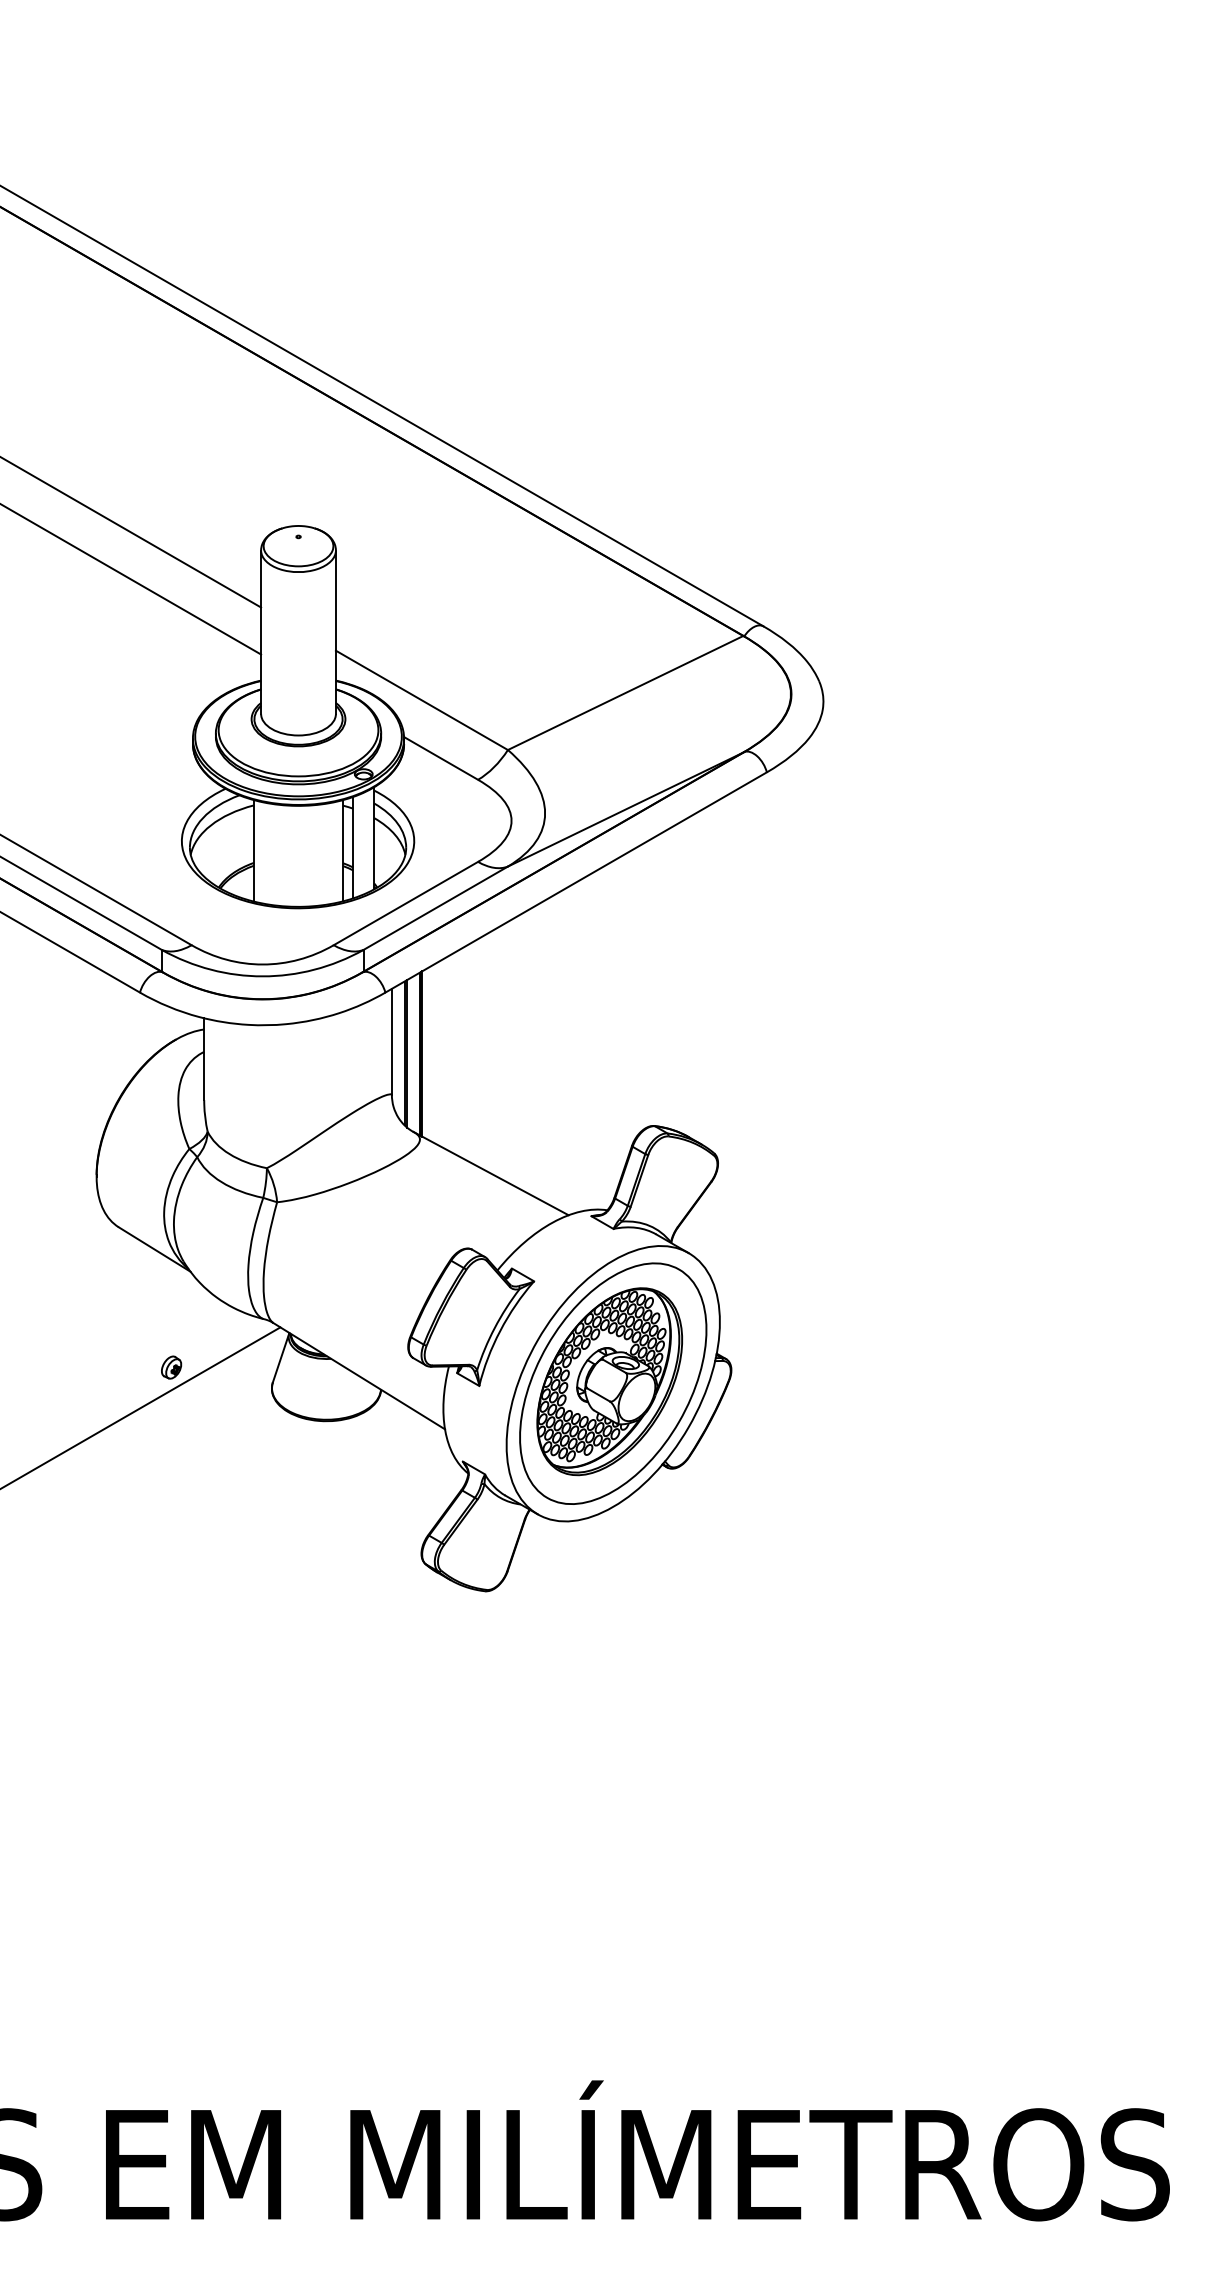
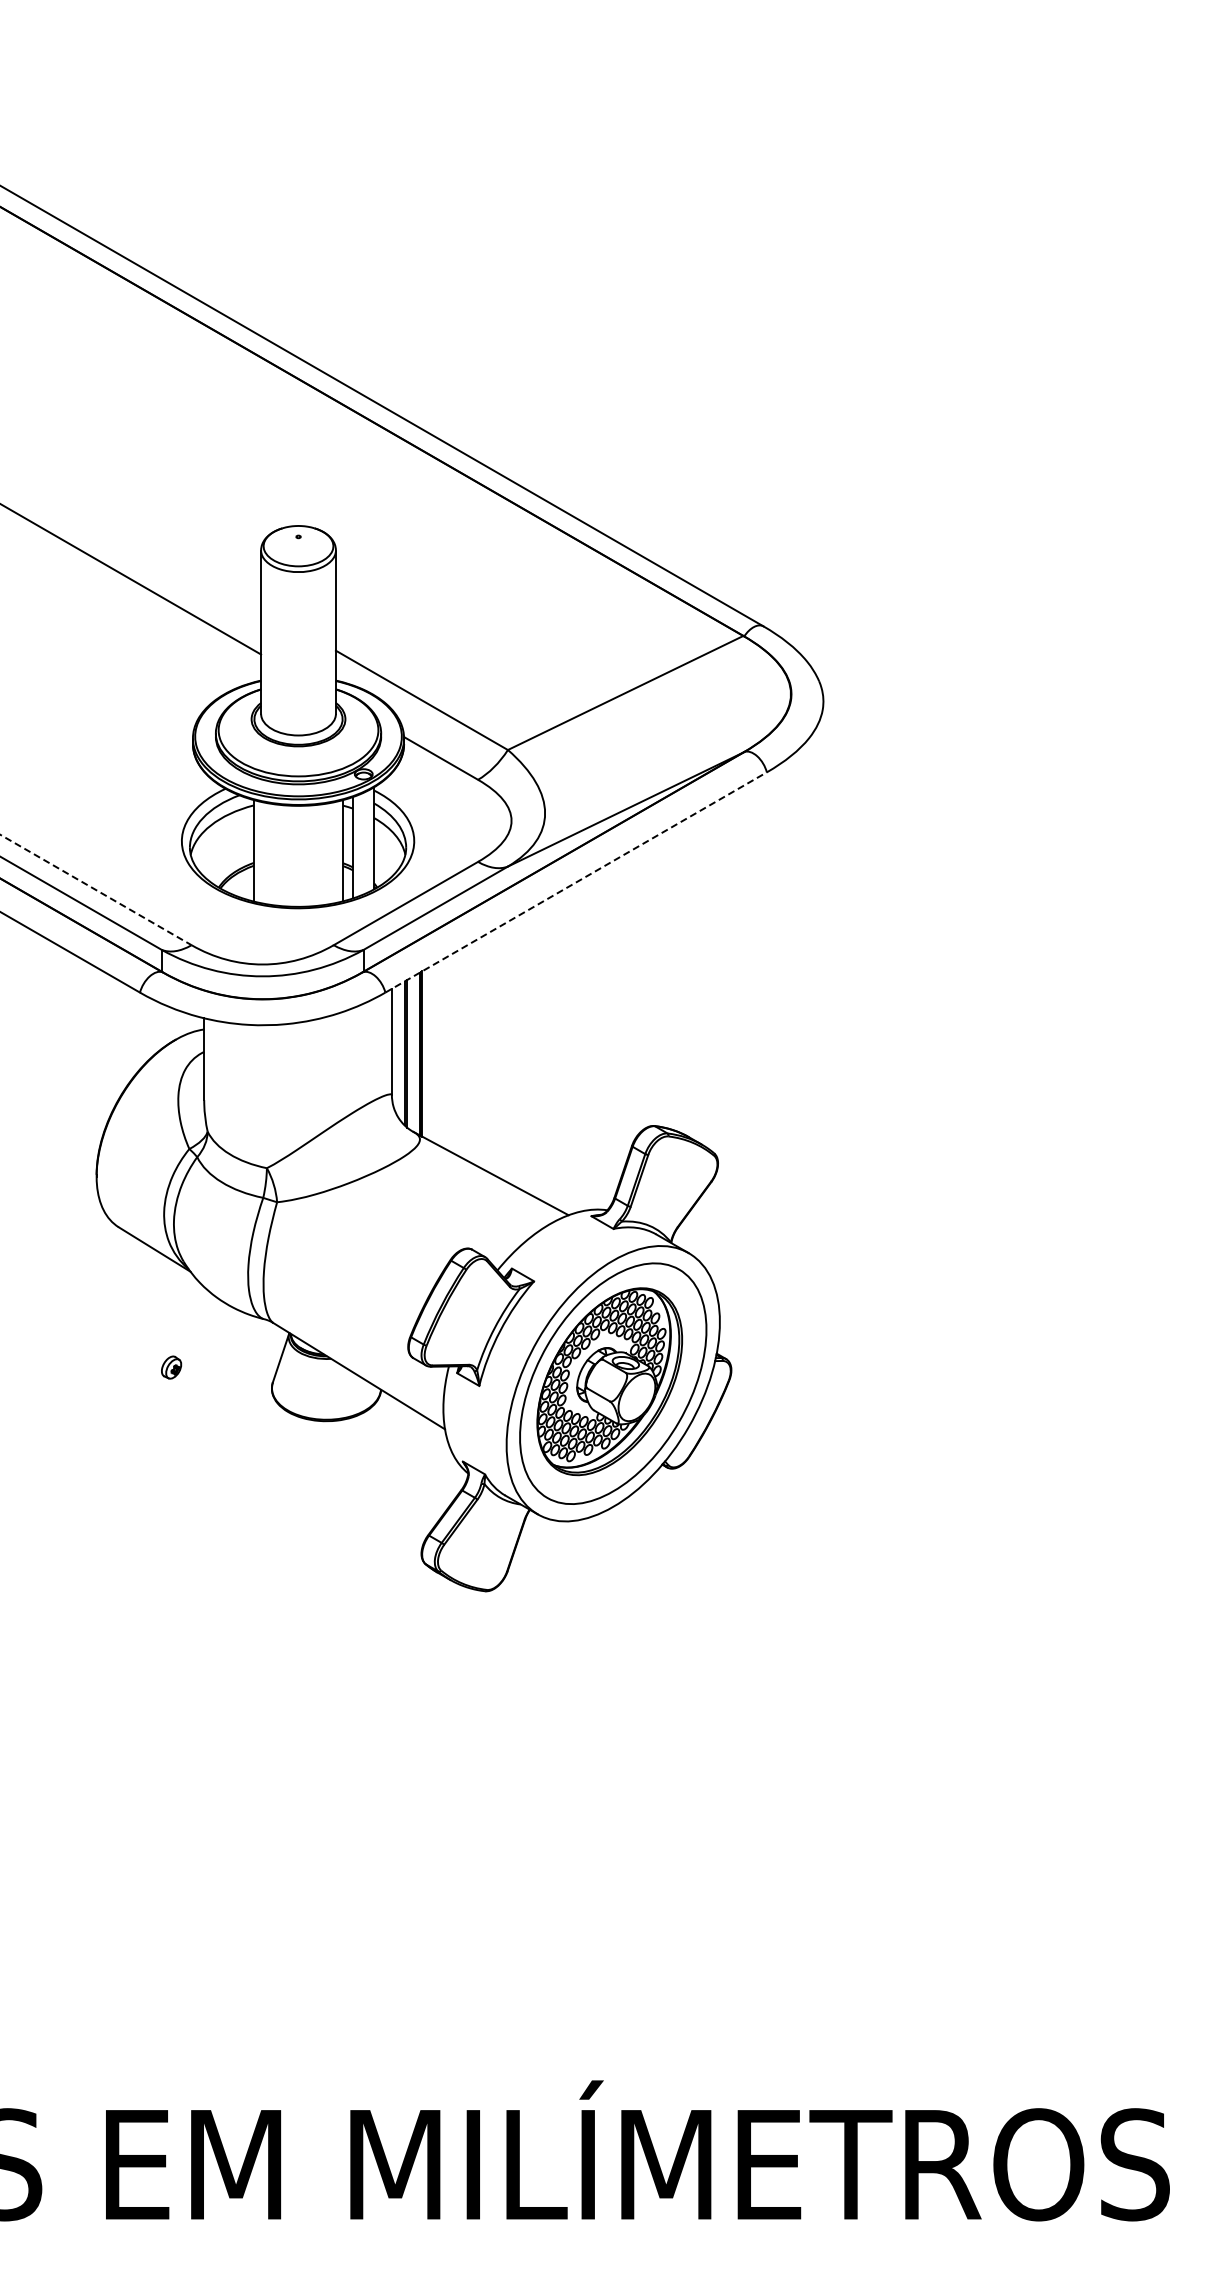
line at (131, 532): present -> none
line at (576, 882): solid -> dashed
line at (96, 890): solid -> dashed
line at (141, 1407): present -> none
